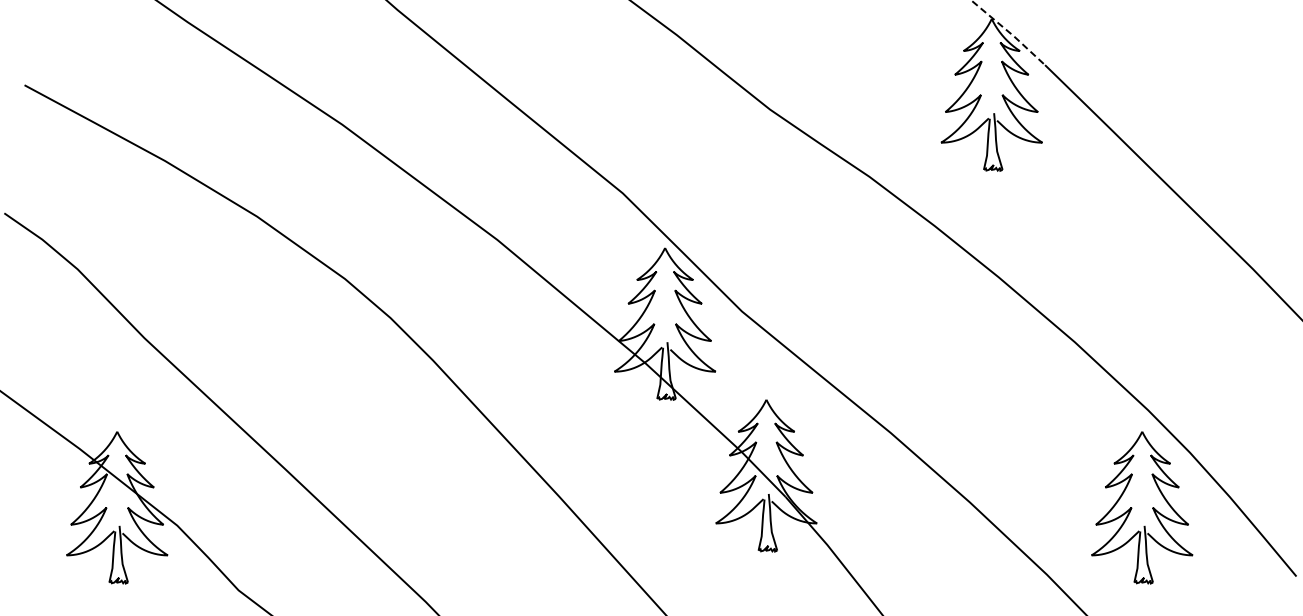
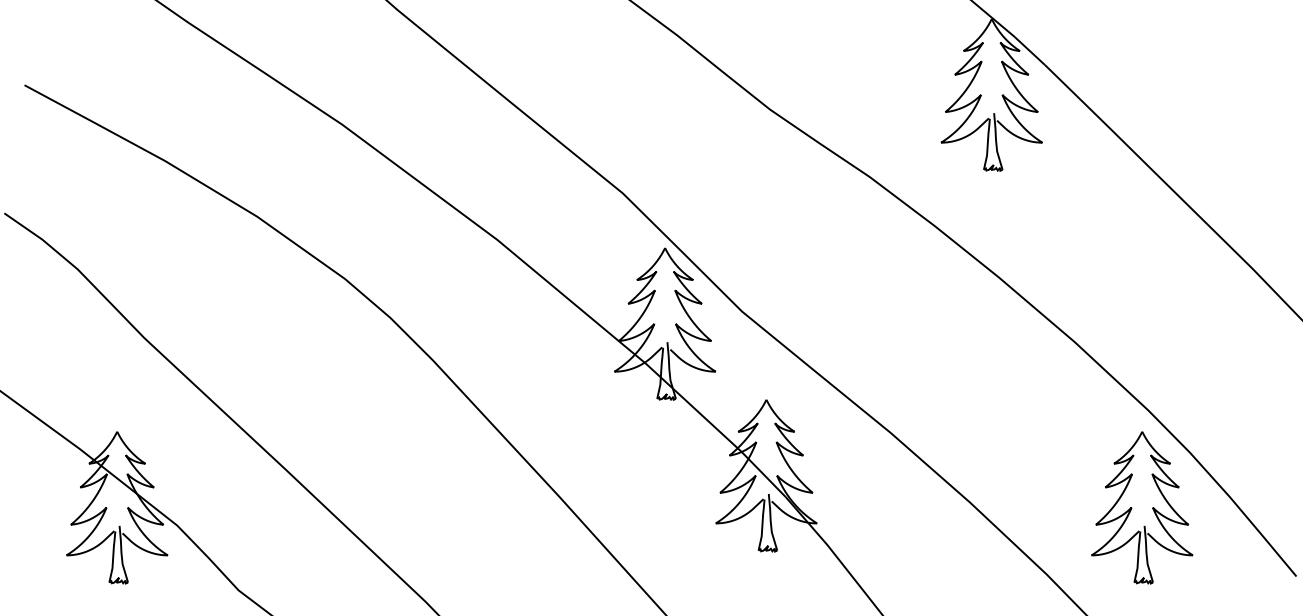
line at (1009, 32): dashed -> solid
